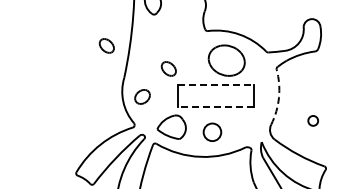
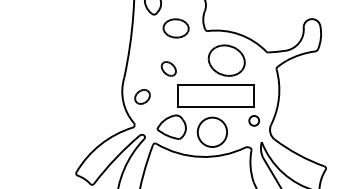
part at (175, 28): none -> present
part at (106, 45): present -> none
line at (215, 85): dashed -> solid
arc at (278, 97): dashed -> solid
line at (215, 106): dashed -> solid
circle at (312, 120) position: (312, 120) -> (253, 120)
circle at (212, 132) diameter: 18 px -> 29 px
